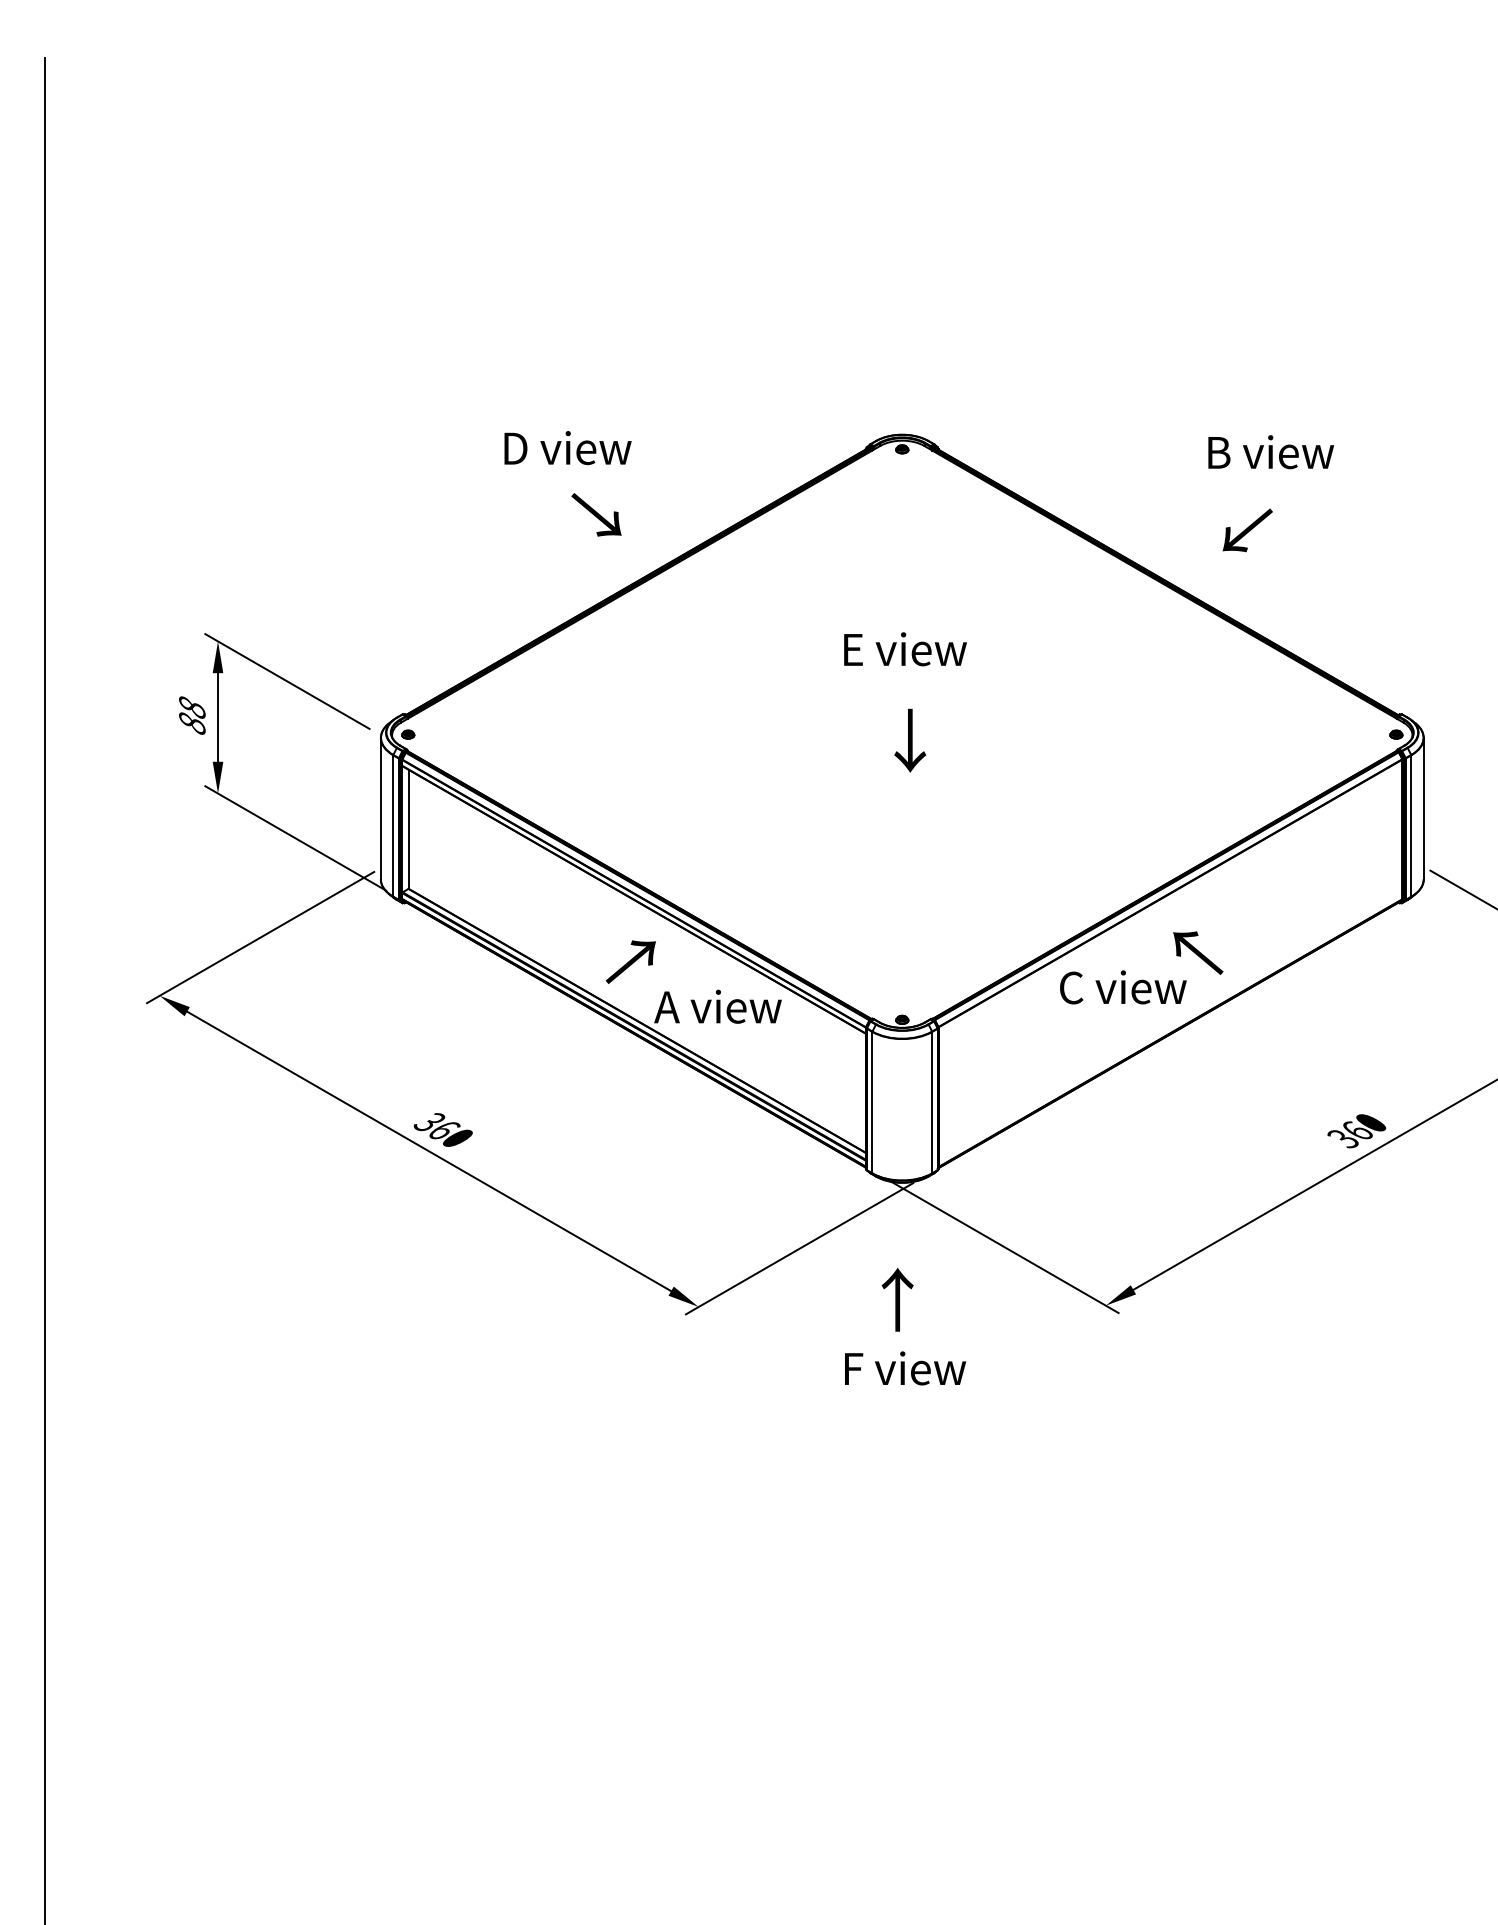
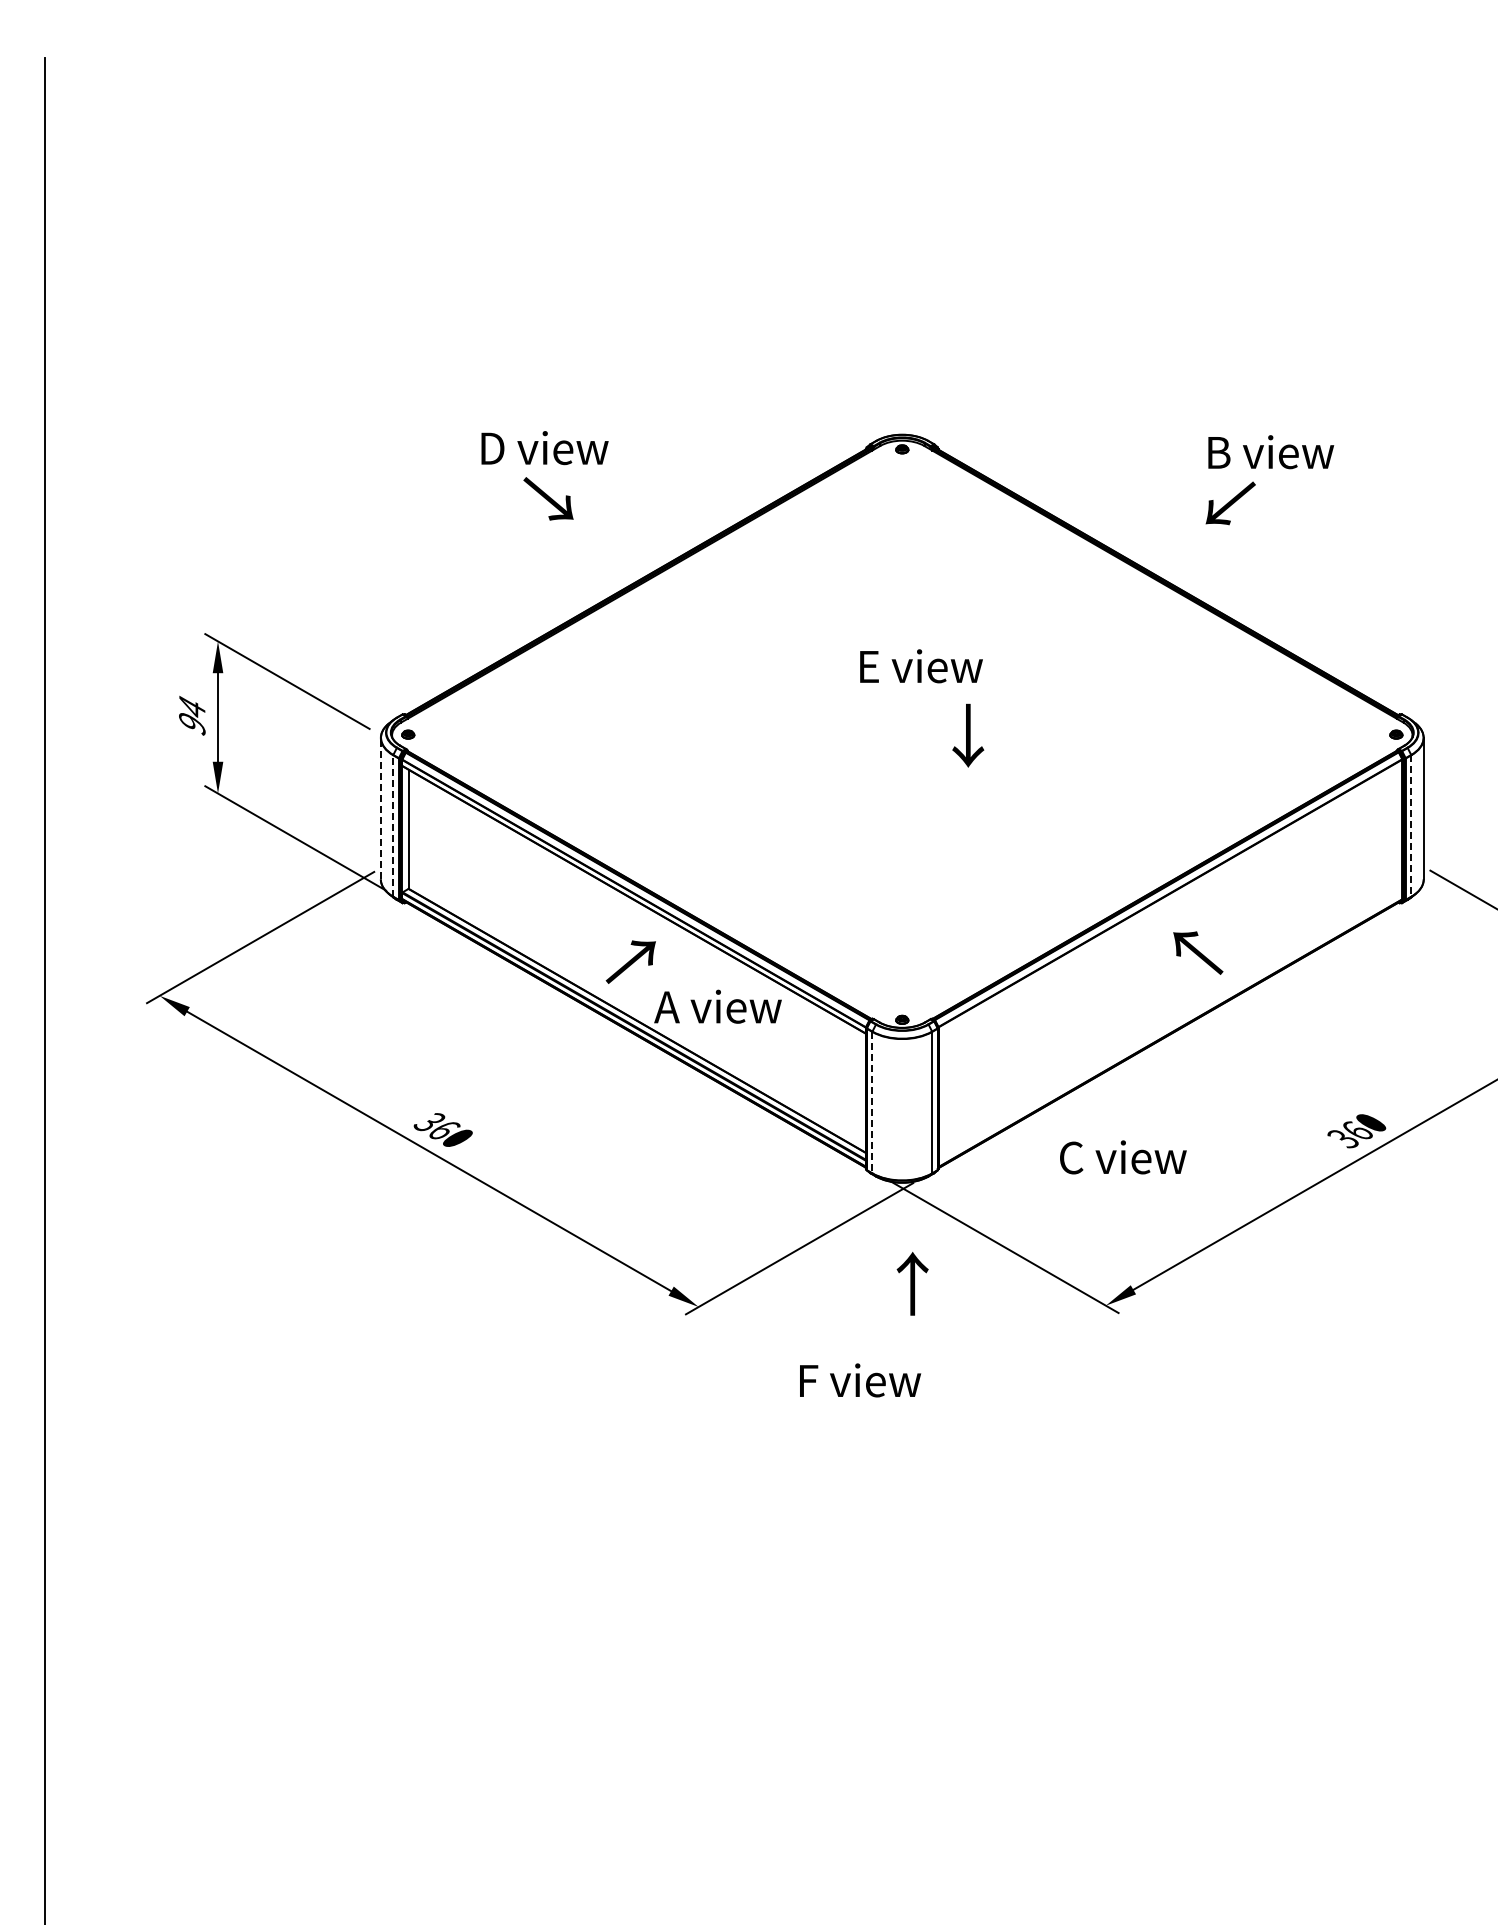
text at (567, 448) position: (567, 448) -> (544, 448)
text at (596, 514) position: (596, 514) -> (548, 498)
text at (1247, 530) position: (1247, 530) -> (1230, 503)
text at (905, 649) position: (905, 649) -> (921, 666)
text at (192, 715): 88 -> 94
text at (910, 740) position: (910, 740) -> (968, 735)
line at (380, 808): solid -> dashed
line at (393, 826): solid -> dashed
line at (1411, 826): solid -> dashed
text at (1123, 987) position: (1123, 987) -> (1123, 1157)
line at (872, 1102): solid -> dashed
text at (897, 1299) position: (897, 1299) -> (912, 1283)
text at (905, 1368) position: (905, 1368) -> (860, 1380)
